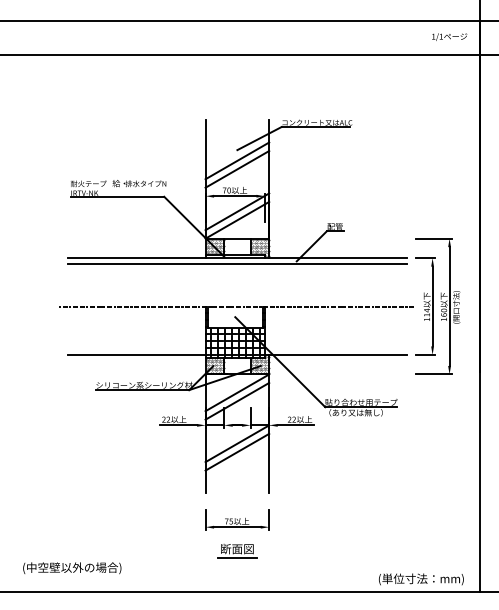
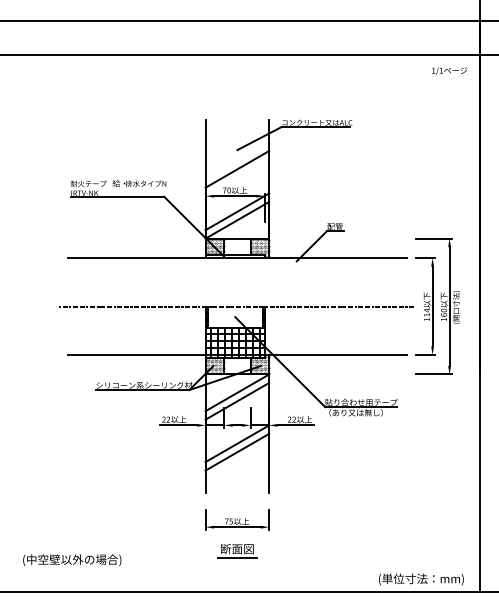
text at (449, 36) position: (449, 36) -> (449, 70)
line at (237, 160): present -> none
line at (237, 264): present -> none
text at (72, 568) position: (72, 568) -> (72, 560)
